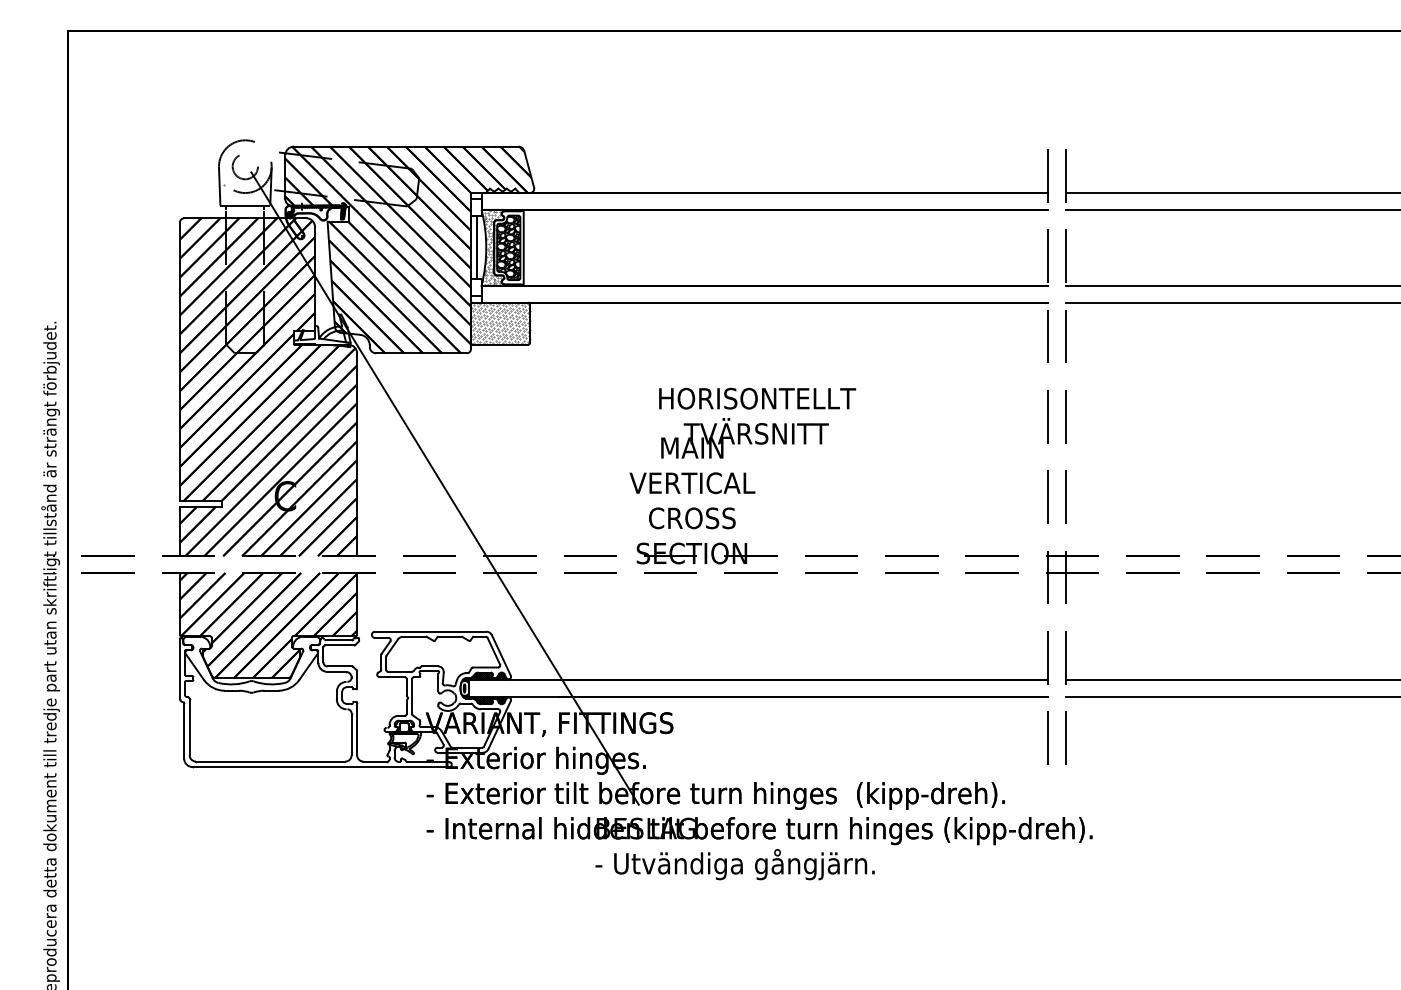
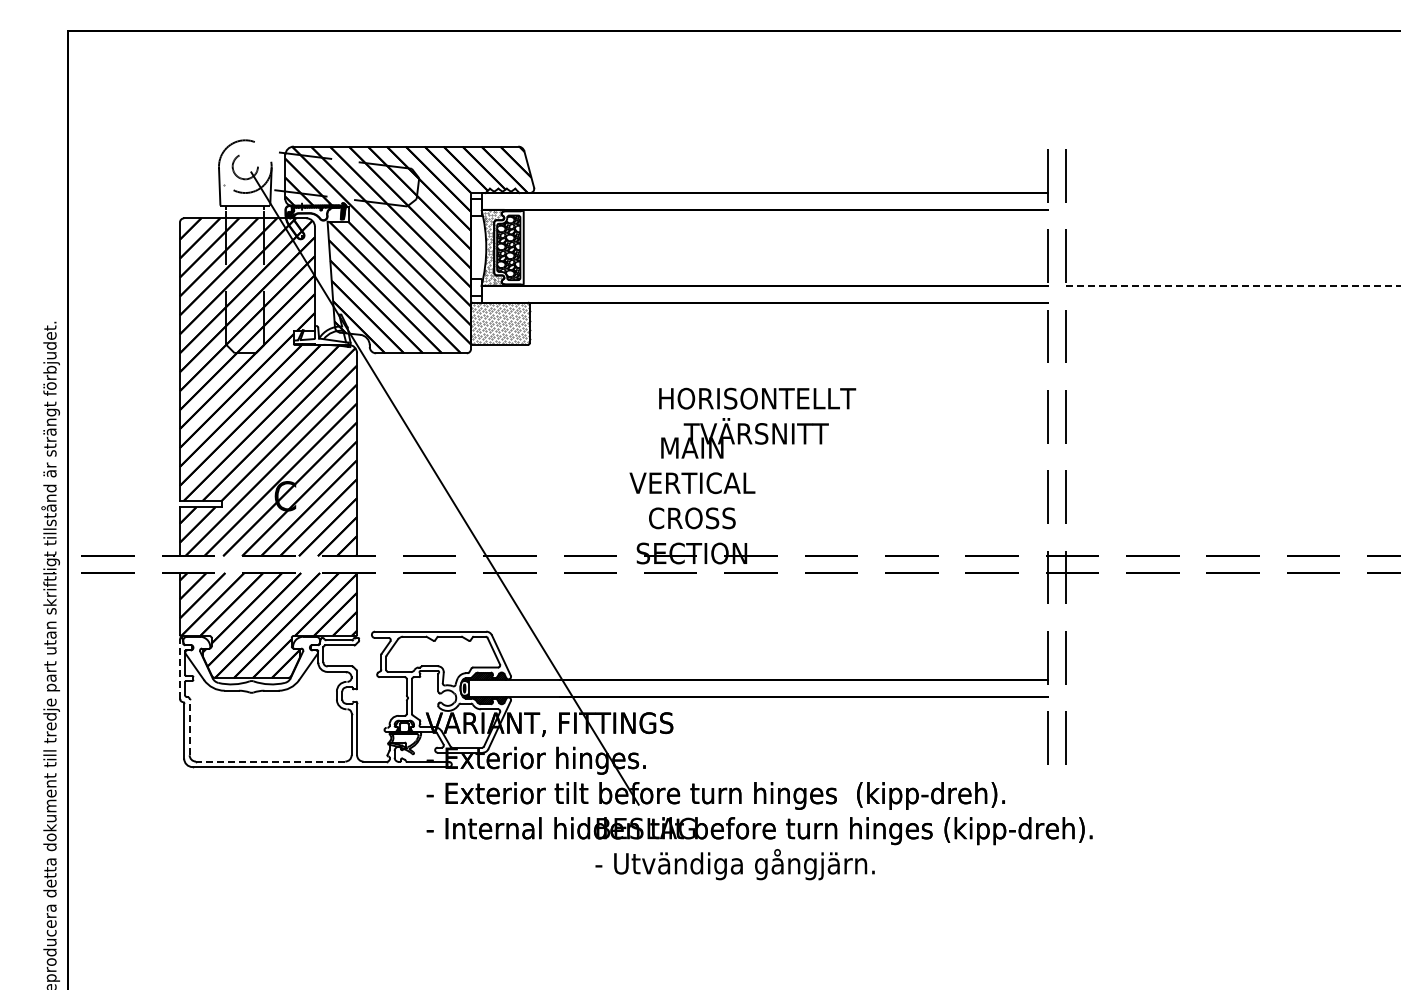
line at (1231, 193): present -> none
line at (1231, 209): present -> none
line at (477, 247): present -> none
line at (1233, 285): solid -> dashed
line at (1231, 302): present -> none
line at (179, 668): solid -> dashed
line at (1231, 679): present -> none
line at (1231, 696): present -> none
line at (189, 726): solid -> dashed
line at (270, 761): solid -> dashed
